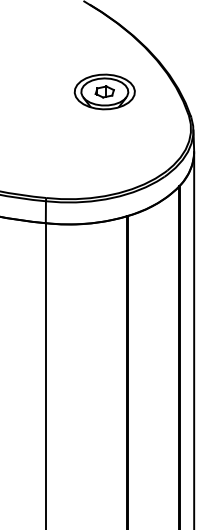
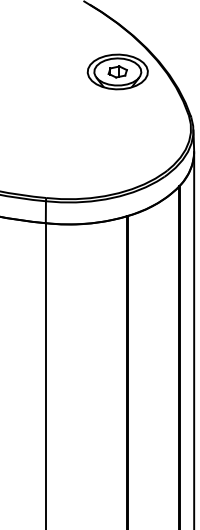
part at (104, 91) position: (104, 91) -> (117, 71)
